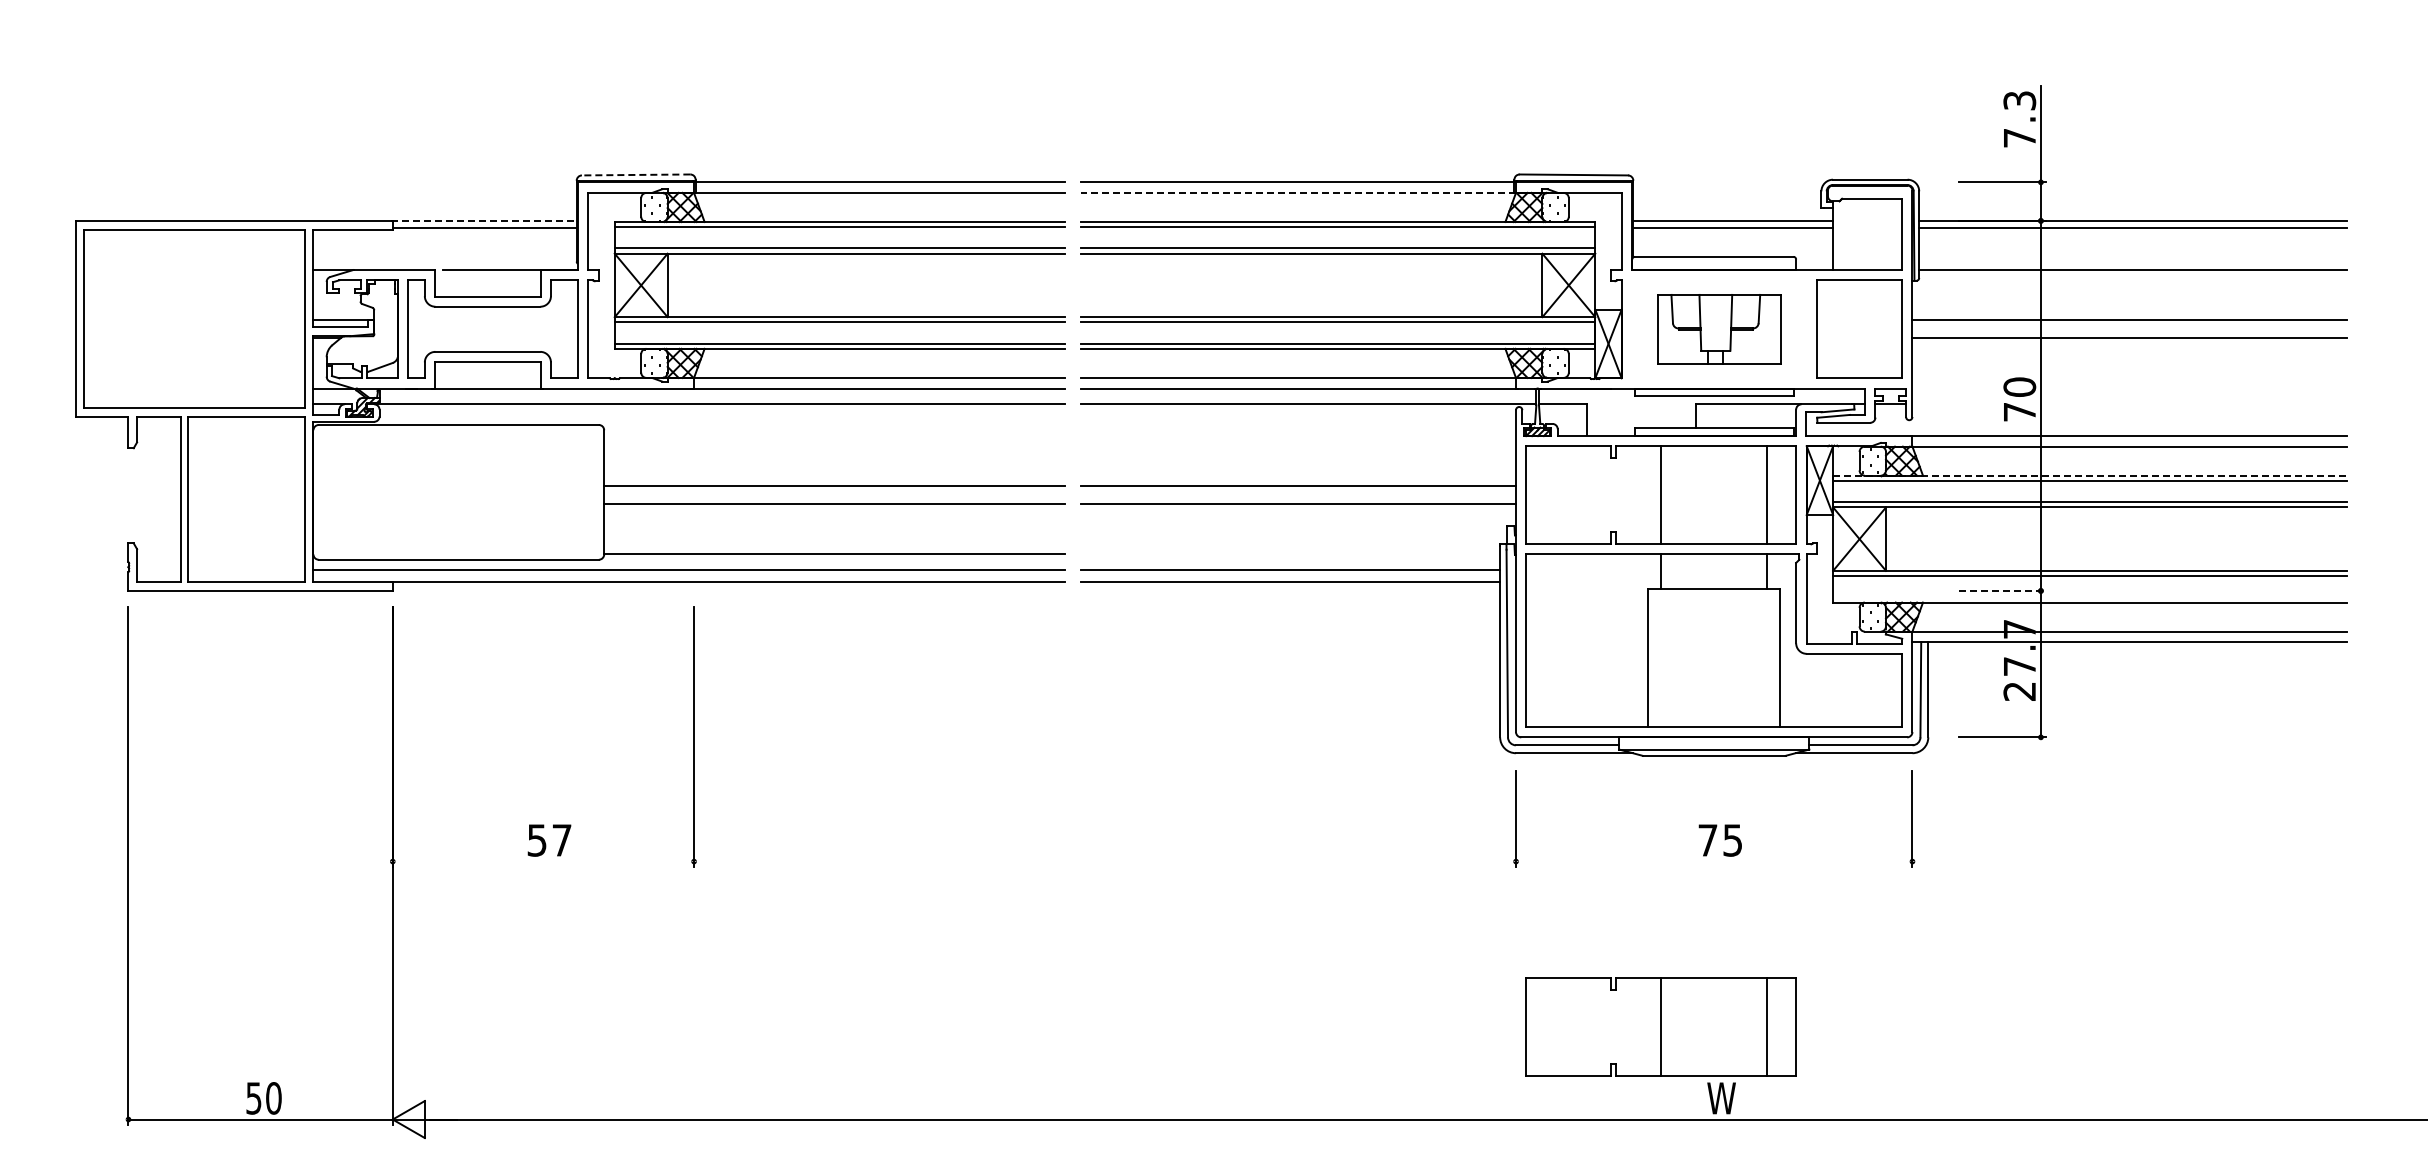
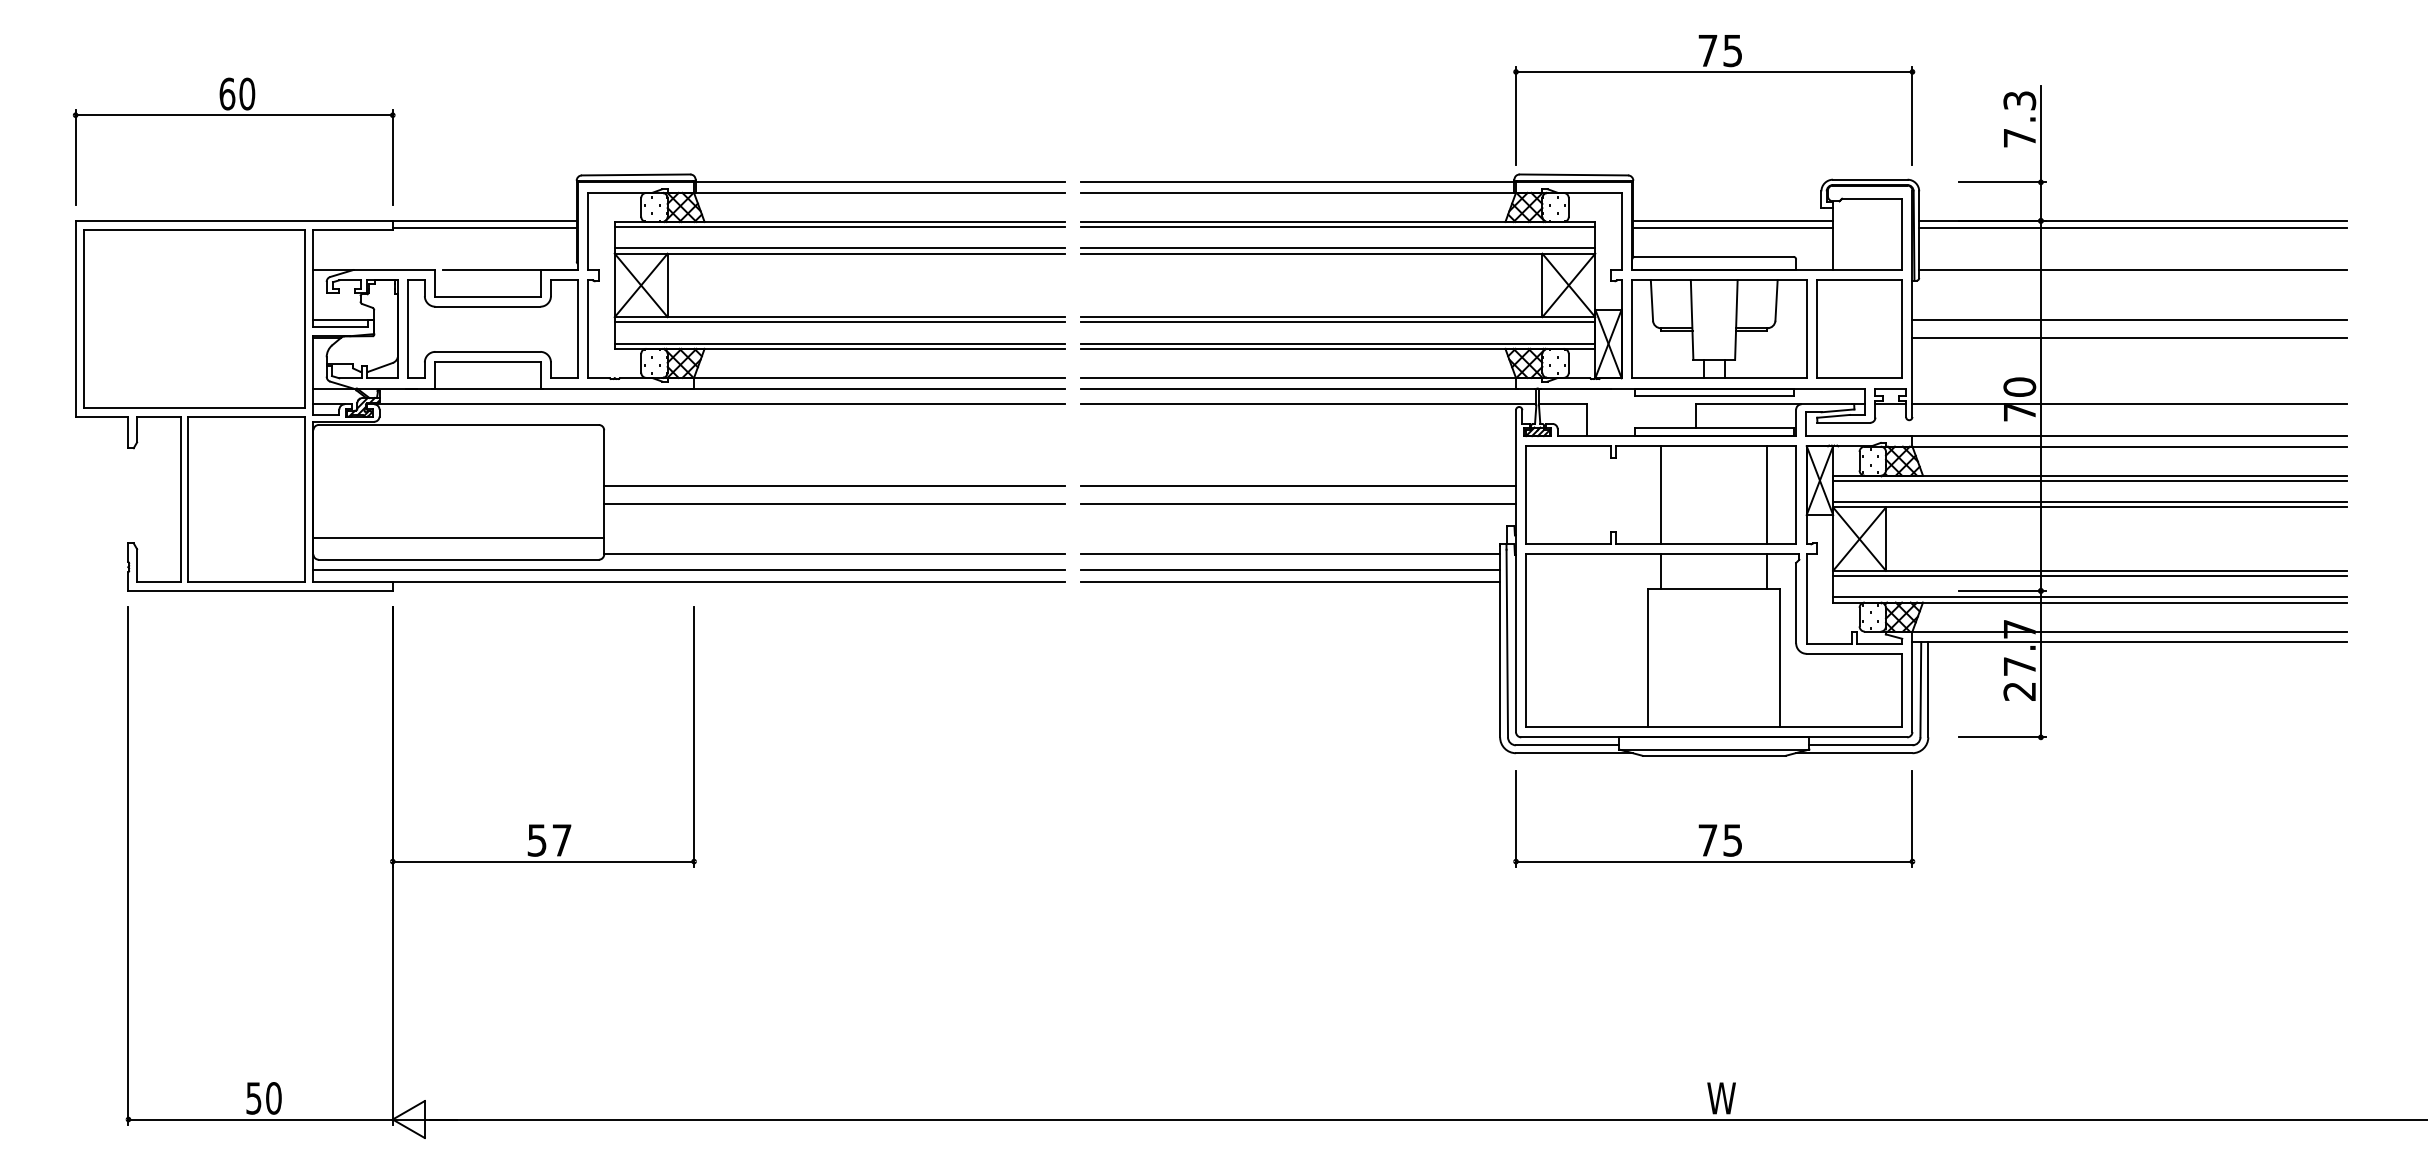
part at (1714, 72): none -> present
part at (233, 115): none -> present
line at (635, 174): dashed -> solid
line at (1298, 192): dashed -> solid
line at (483, 220): dashed -> solid
part at (1719, 329) size: 125x71 px -> 177x100 px
line at (2129, 404): none -> present
line at (2090, 475): dashed -> solid
line at (458, 538): none -> present
line at (1290, 554): none -> present
line at (2003, 590): dashed -> solid
line at (2090, 597): none -> present
line at (543, 861): none -> present
line at (1714, 861): none -> present
part at (1660, 1026): present -> none
